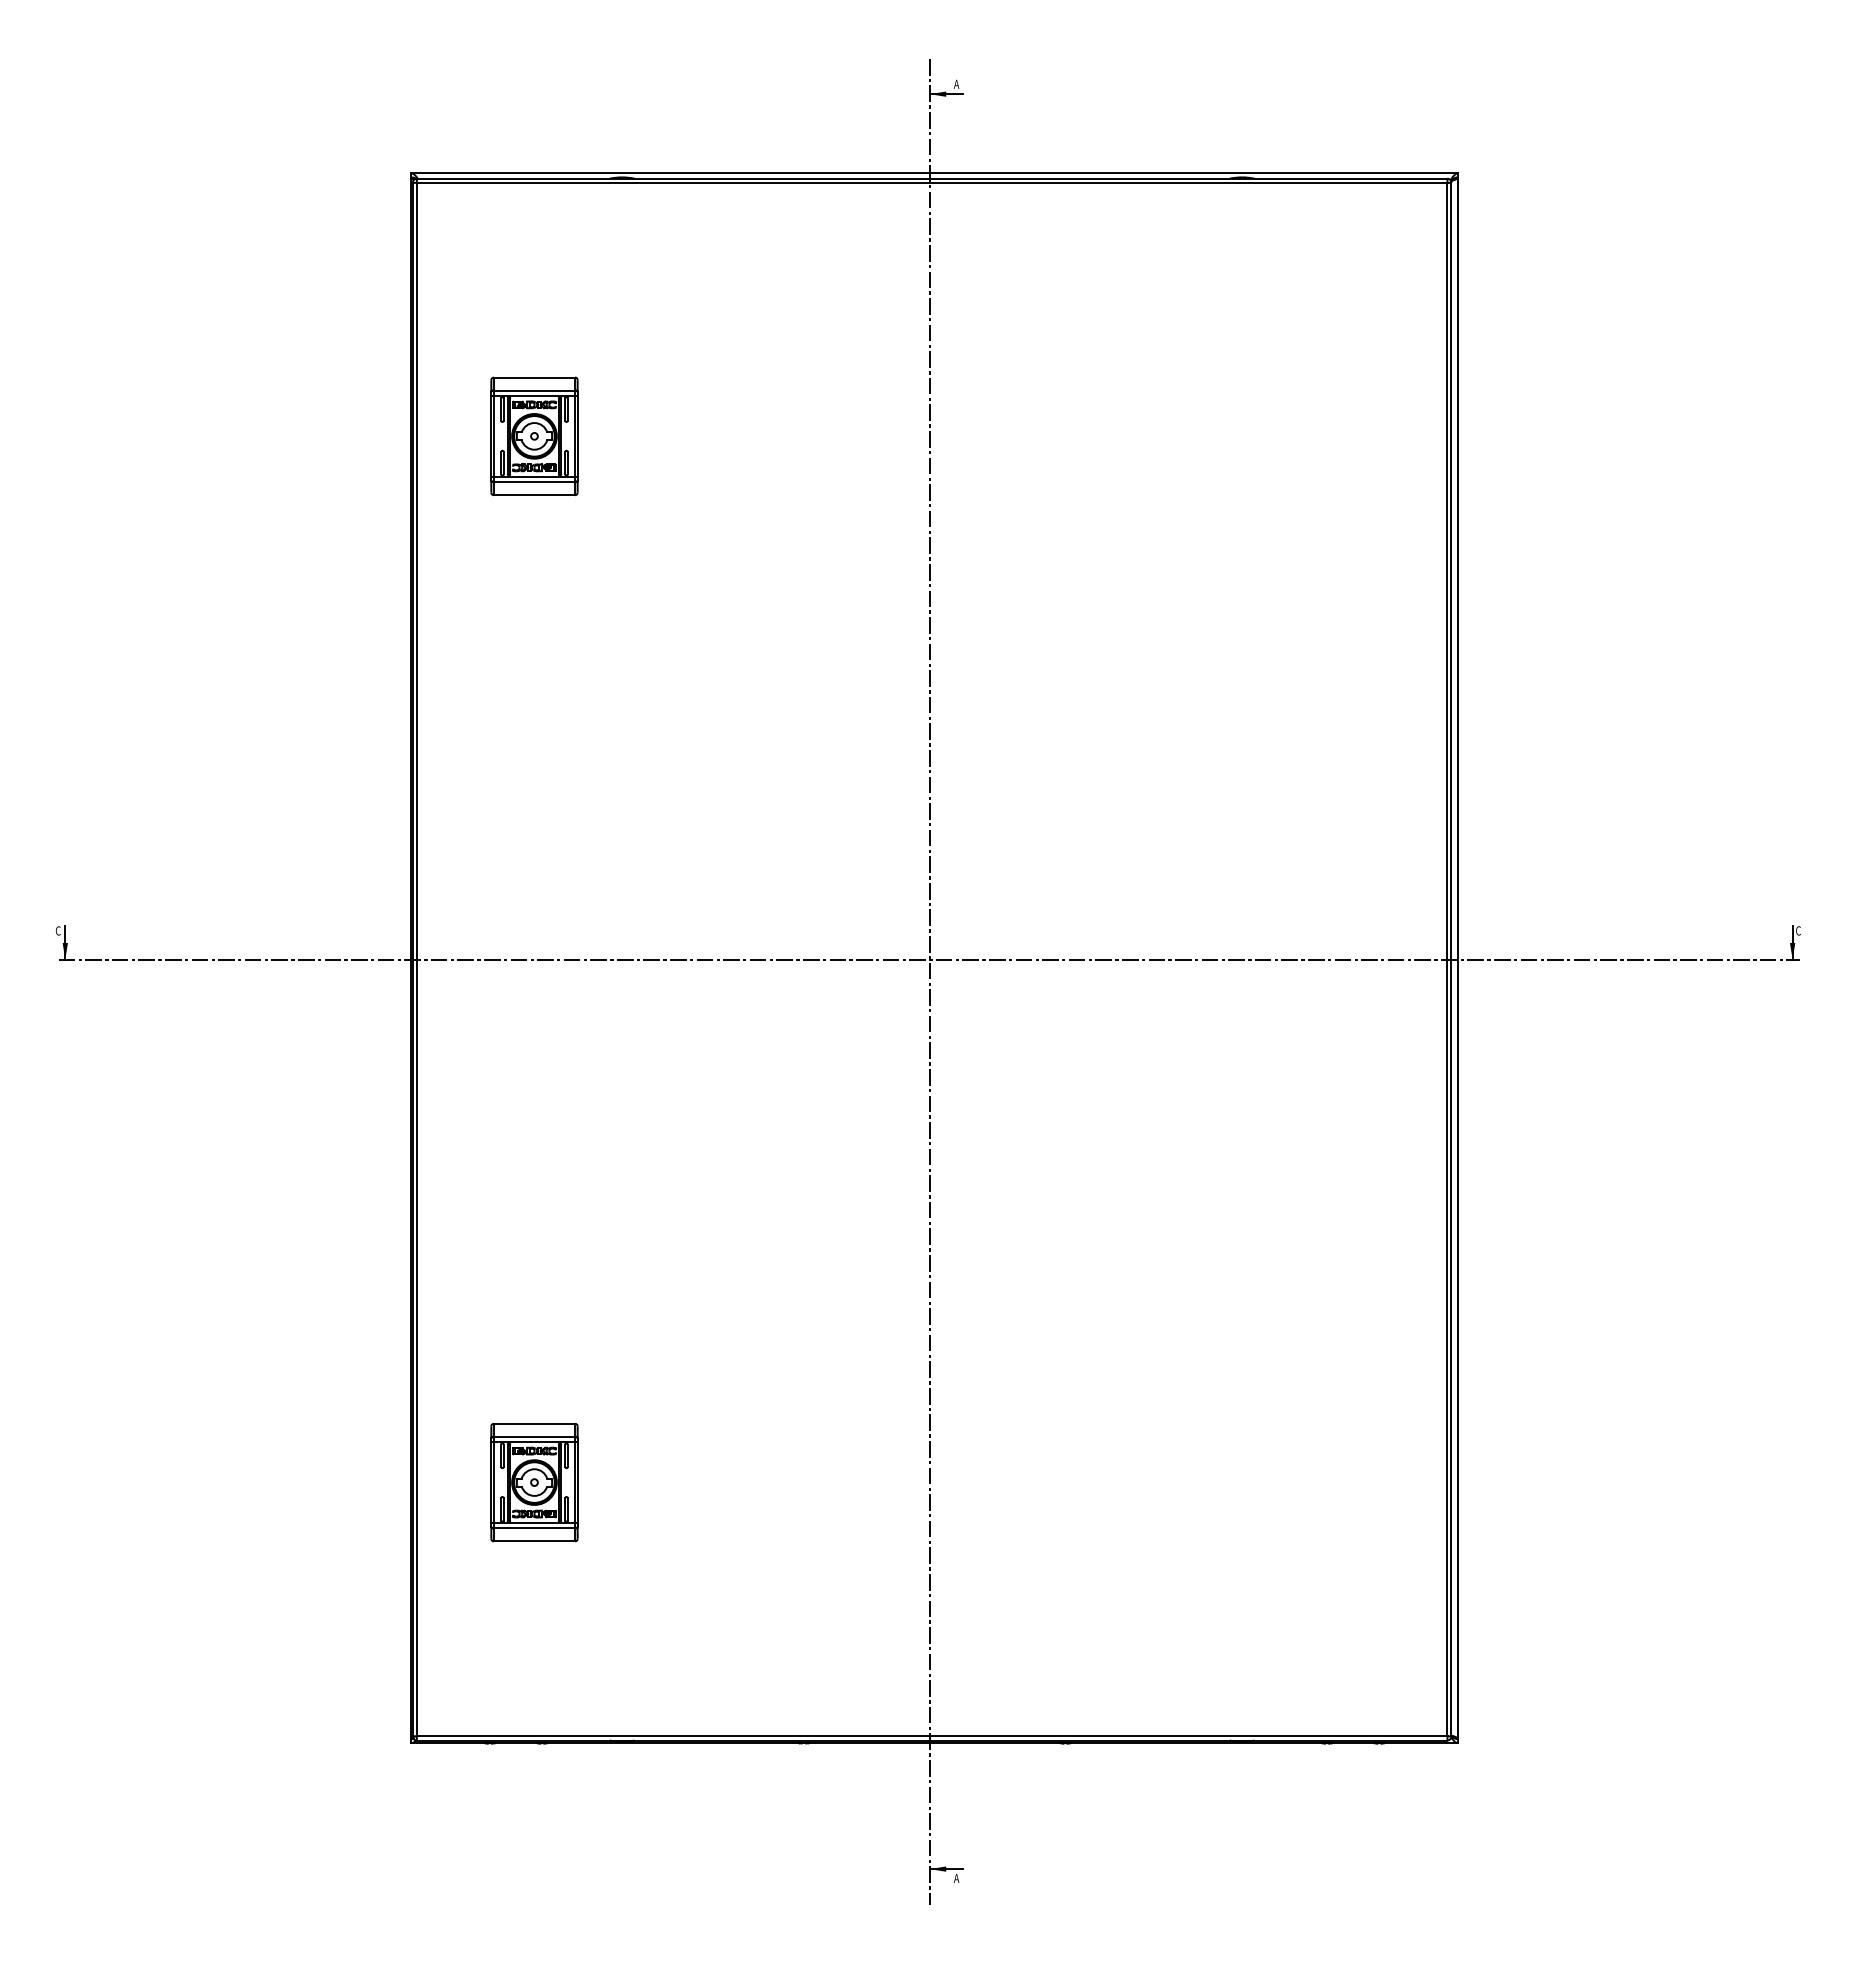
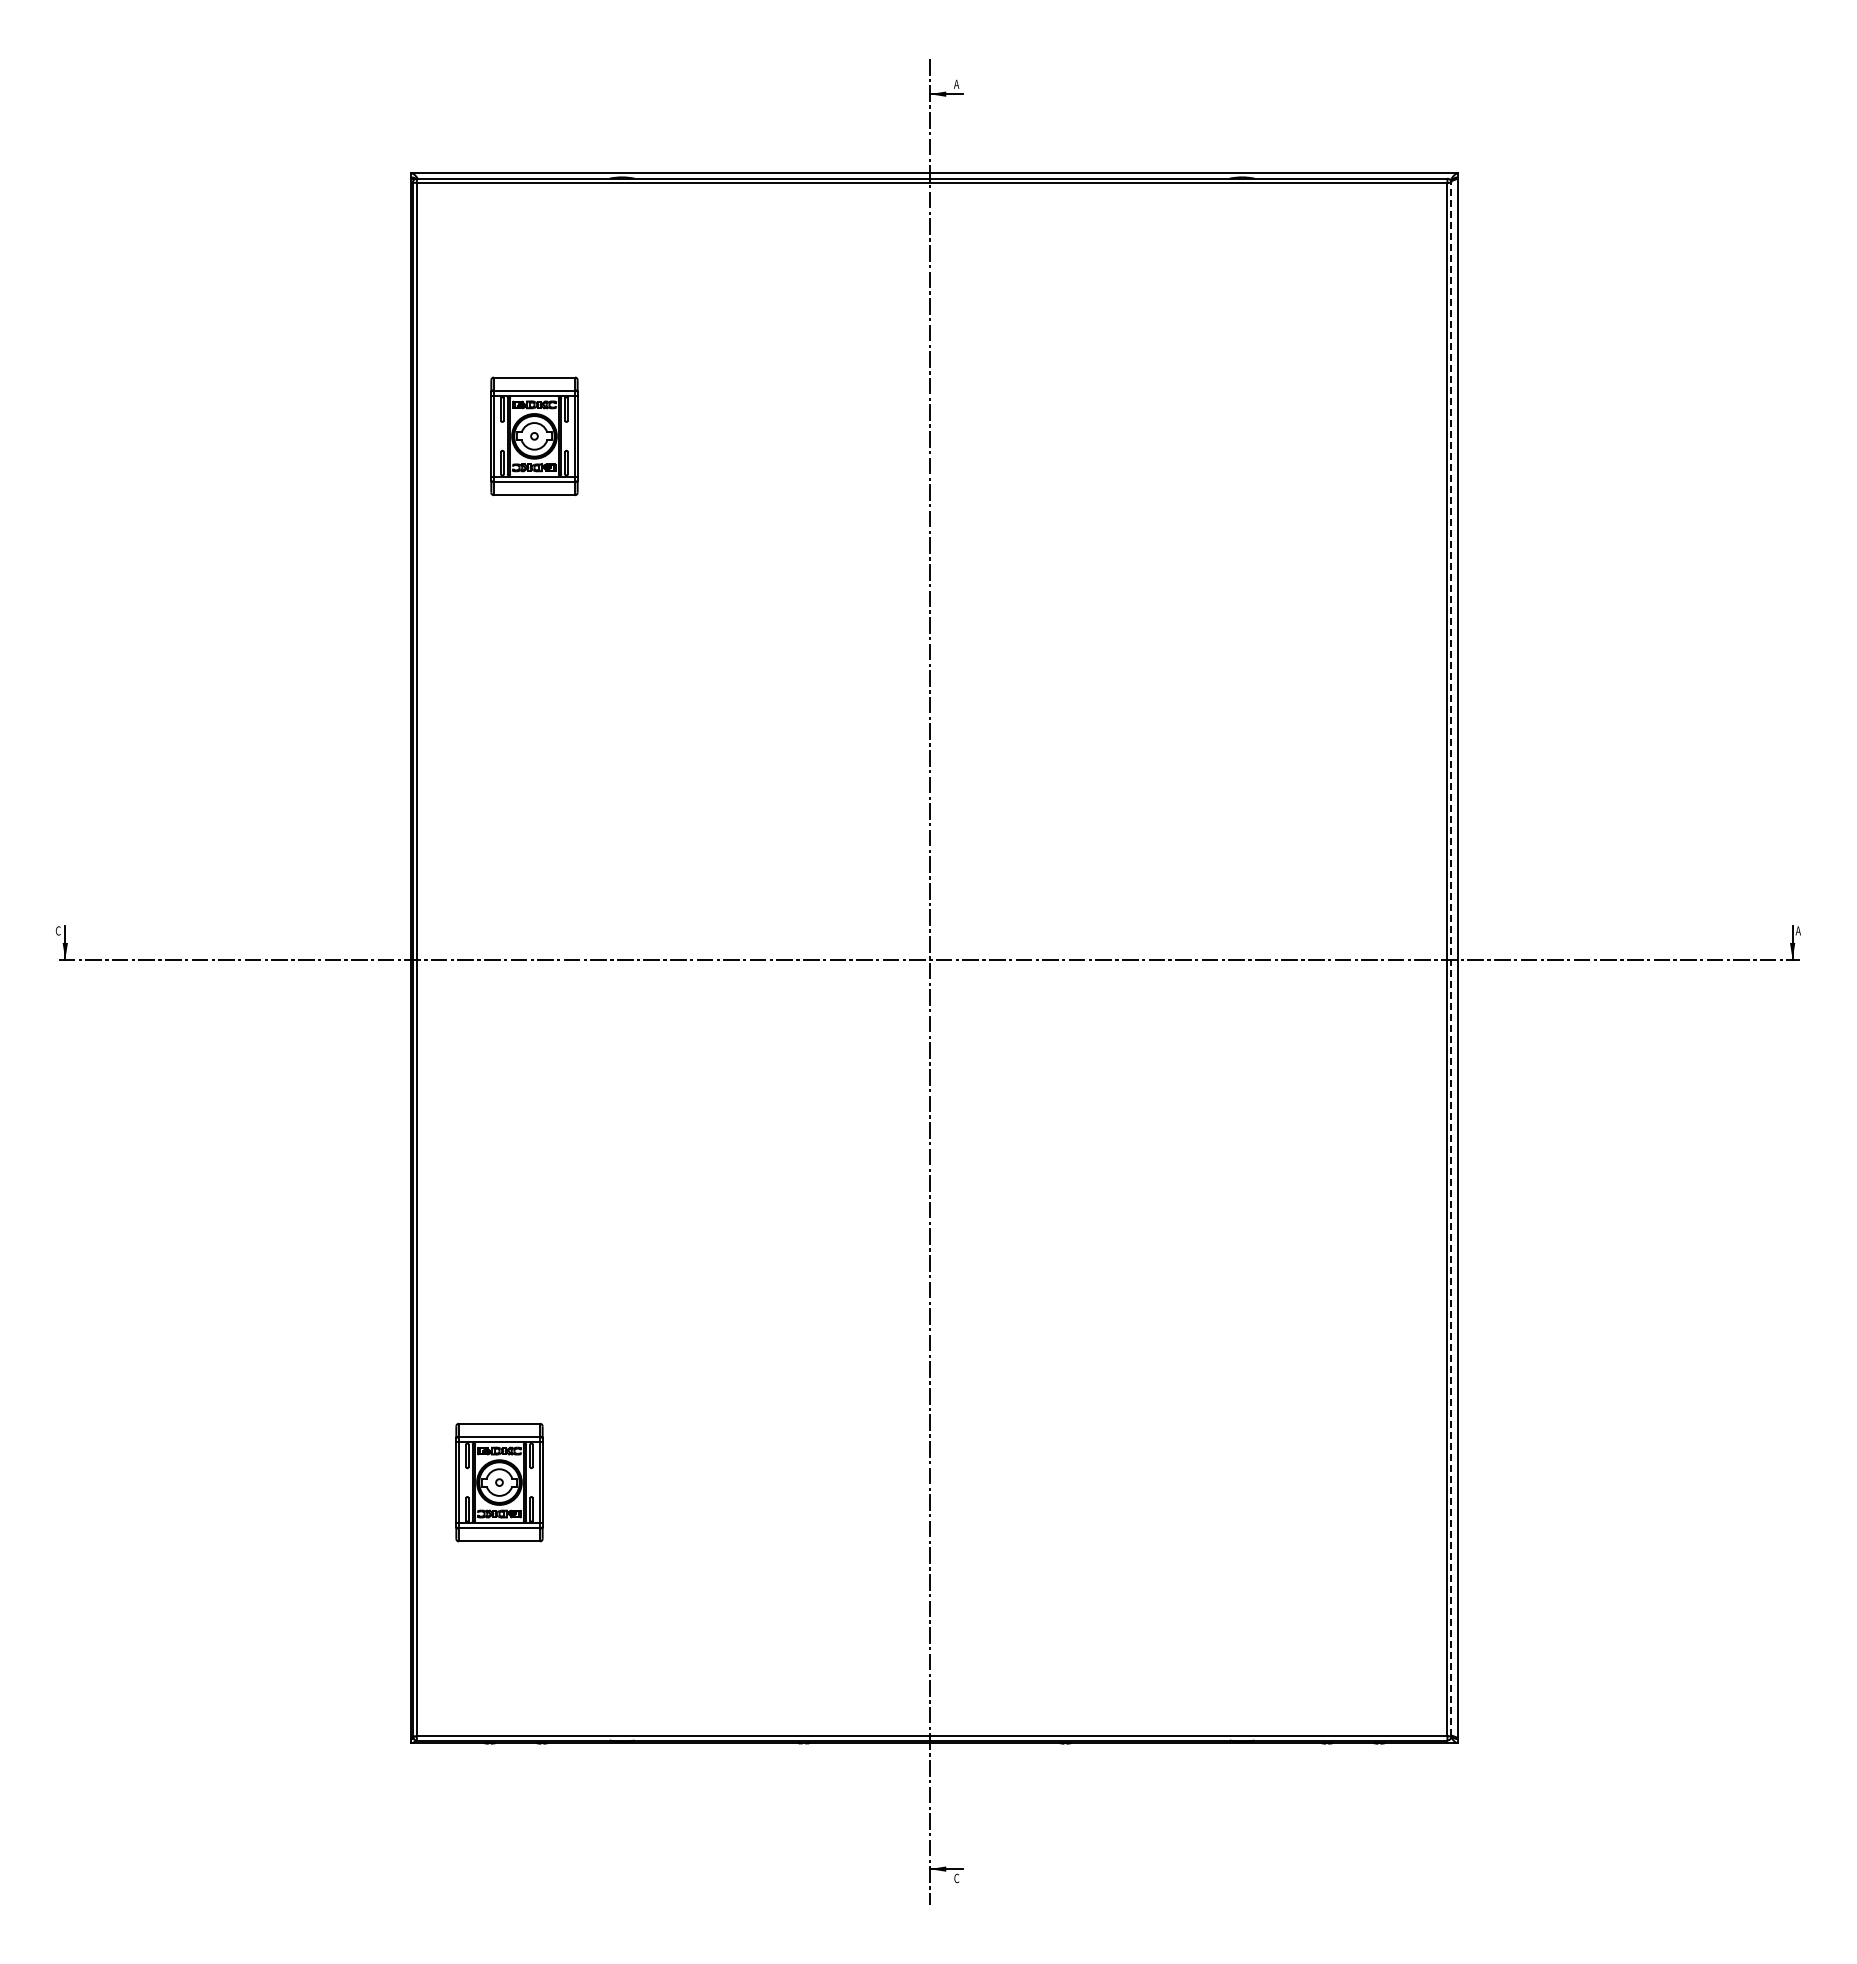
text at (1797, 930): С -> A
line at (1451, 959): solid -> dashed
part at (534, 1482) position: (534, 1482) -> (499, 1482)
text at (956, 1878): A -> С
